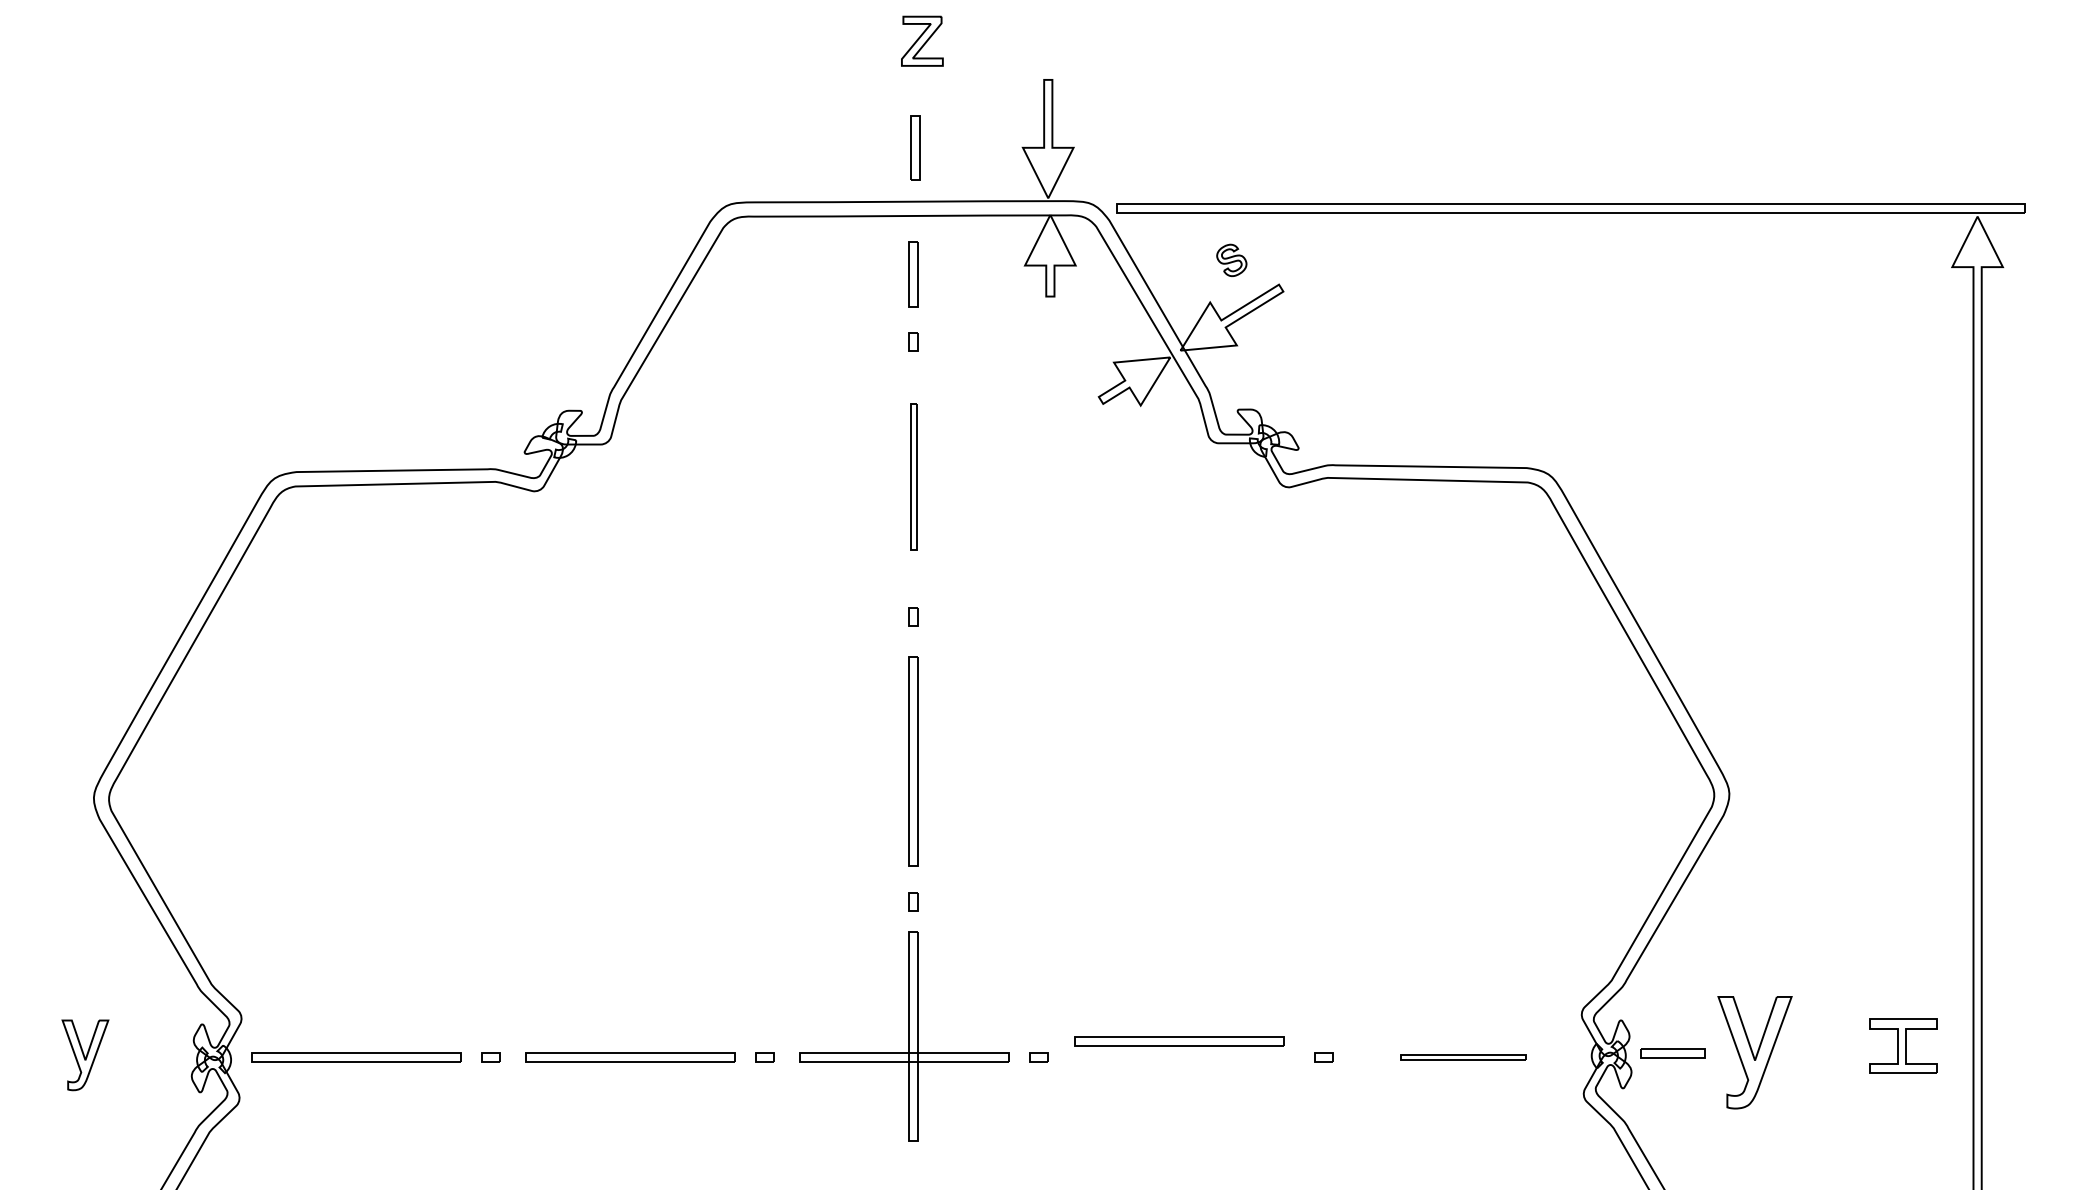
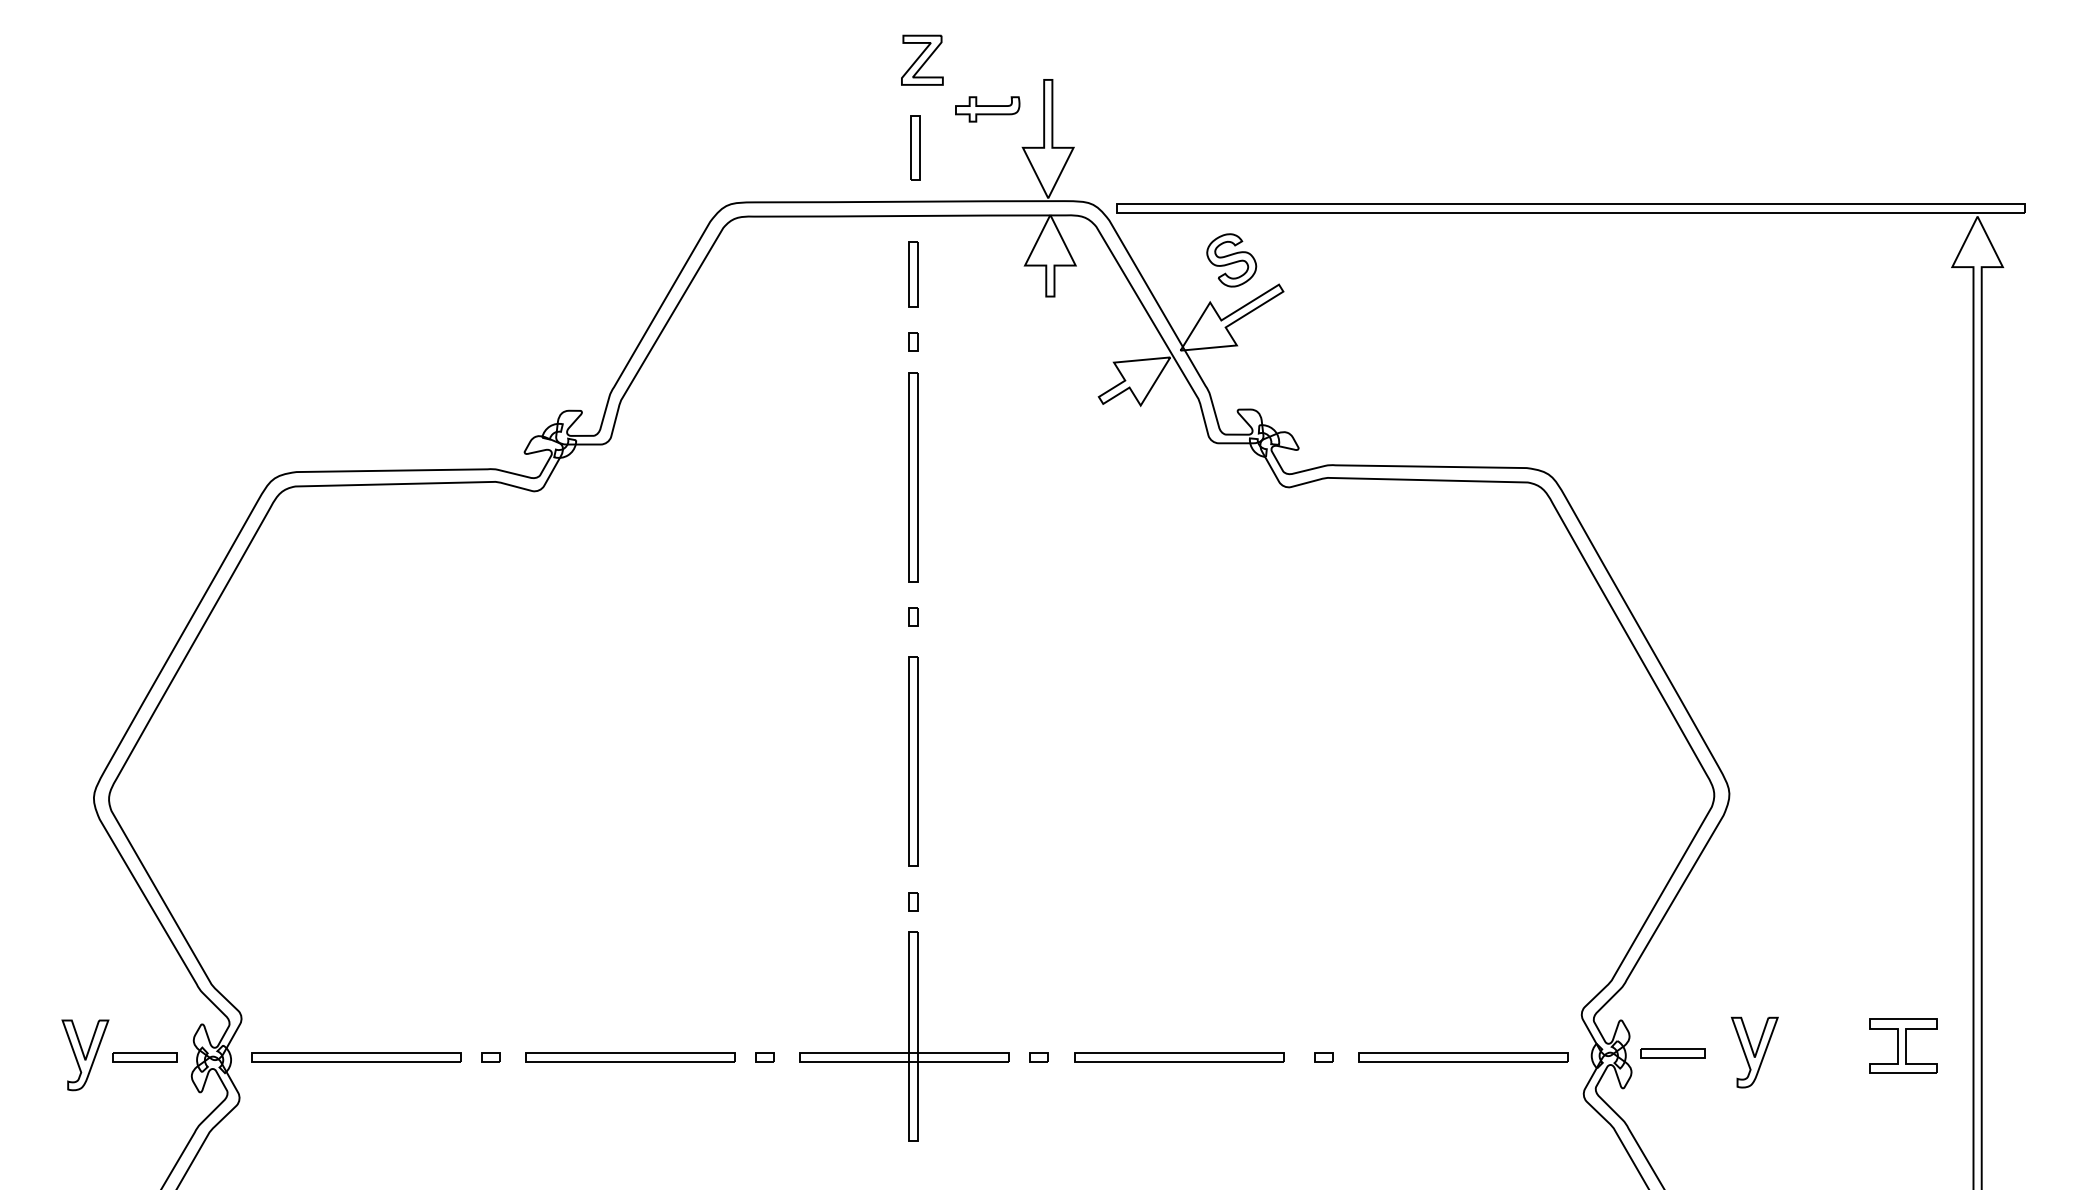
part at (922, 40) position: (922, 40) -> (922, 59)
part at (987, 109): none -> present
part at (1231, 259) size: 32x34 px -> 52x55 px
part at (913, 476) size: 8x148 px -> 11x211 px
part at (1179, 1041) position: (1179, 1041) -> (1179, 1057)
part at (1754, 1052) size: 76x114 px -> 49x73 px
part at (144, 1057): none -> present
part at (1463, 1057) size: 127x7 px -> 211x11 px
